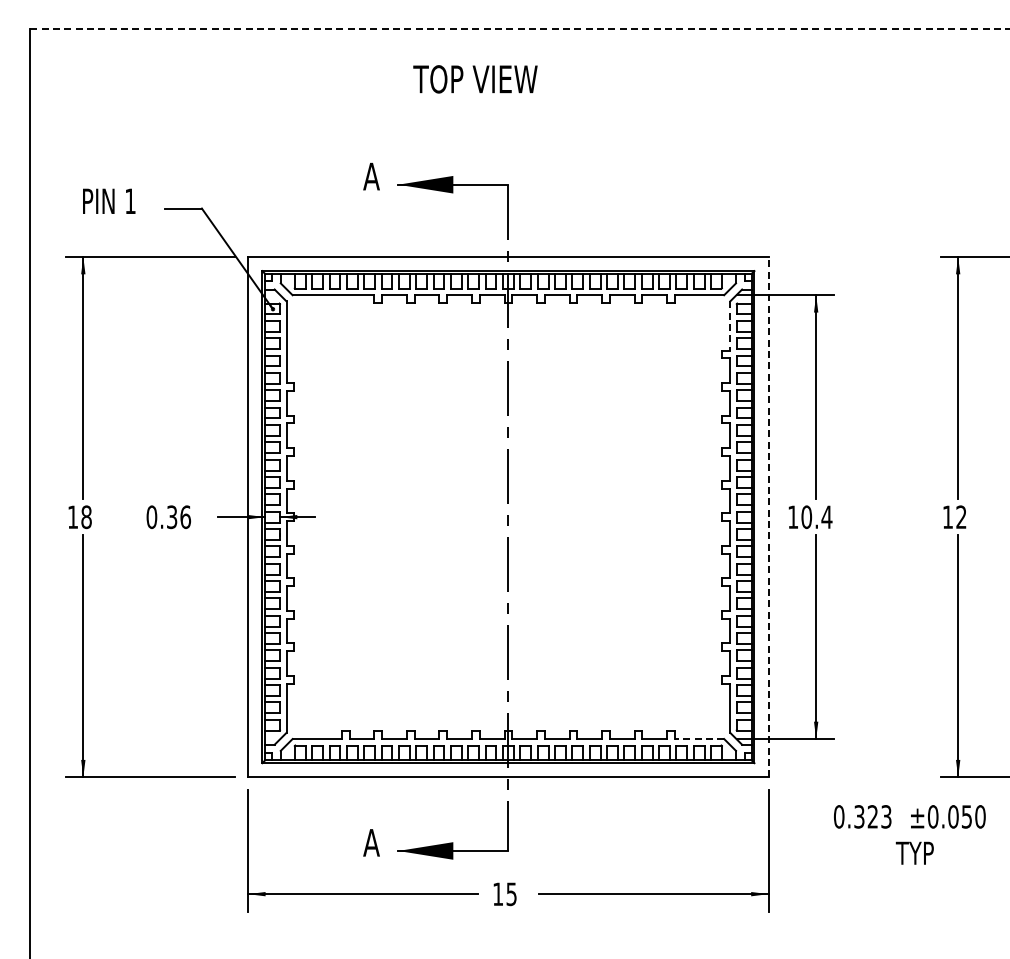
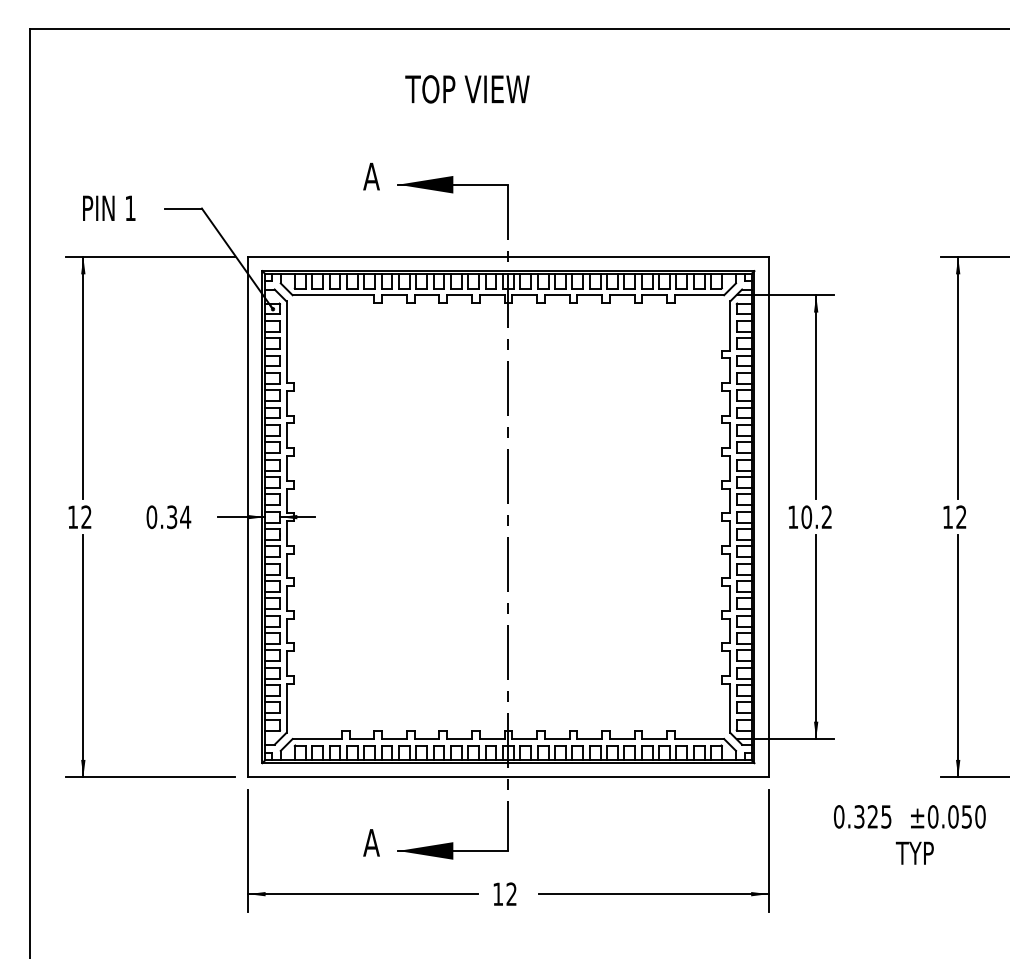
line at (520, 28): dashed -> solid
text at (475, 79) position: (475, 79) -> (467, 89)
text at (109, 200) position: (109, 200) -> (109, 207)
line at (730, 326): dashed -> solid
text at (185, 516): 0.36 -> 0.34
line at (768, 516): dashed -> solid
text at (826, 516): 10.4 -> 10.2
text at (86, 517): 18 -> 12
line at (699, 739): dashed -> solid
text at (886, 816): 0.323 -> 0.325
text at (511, 894): 15 -> 12
